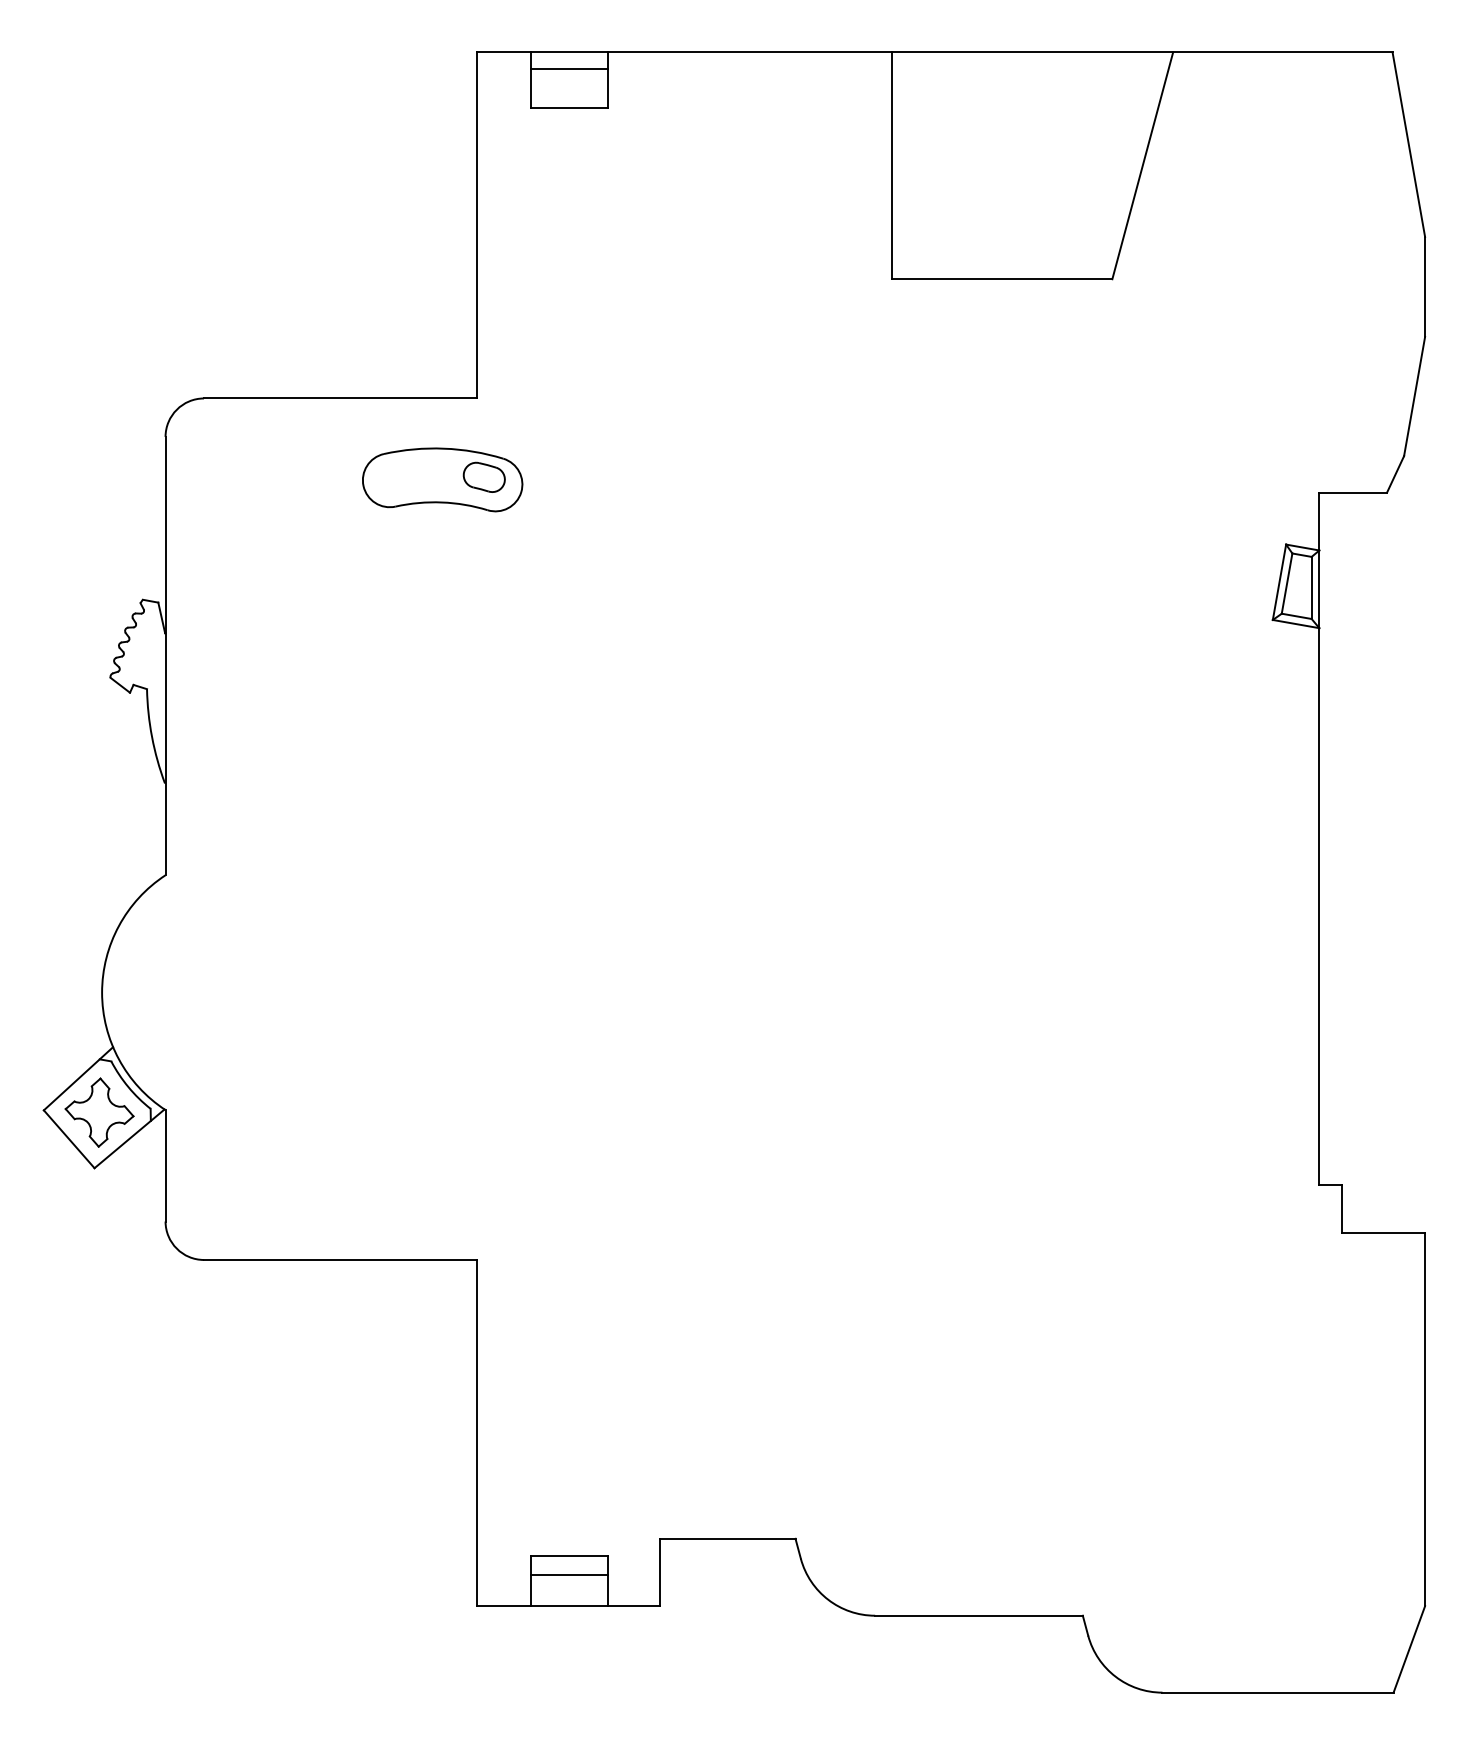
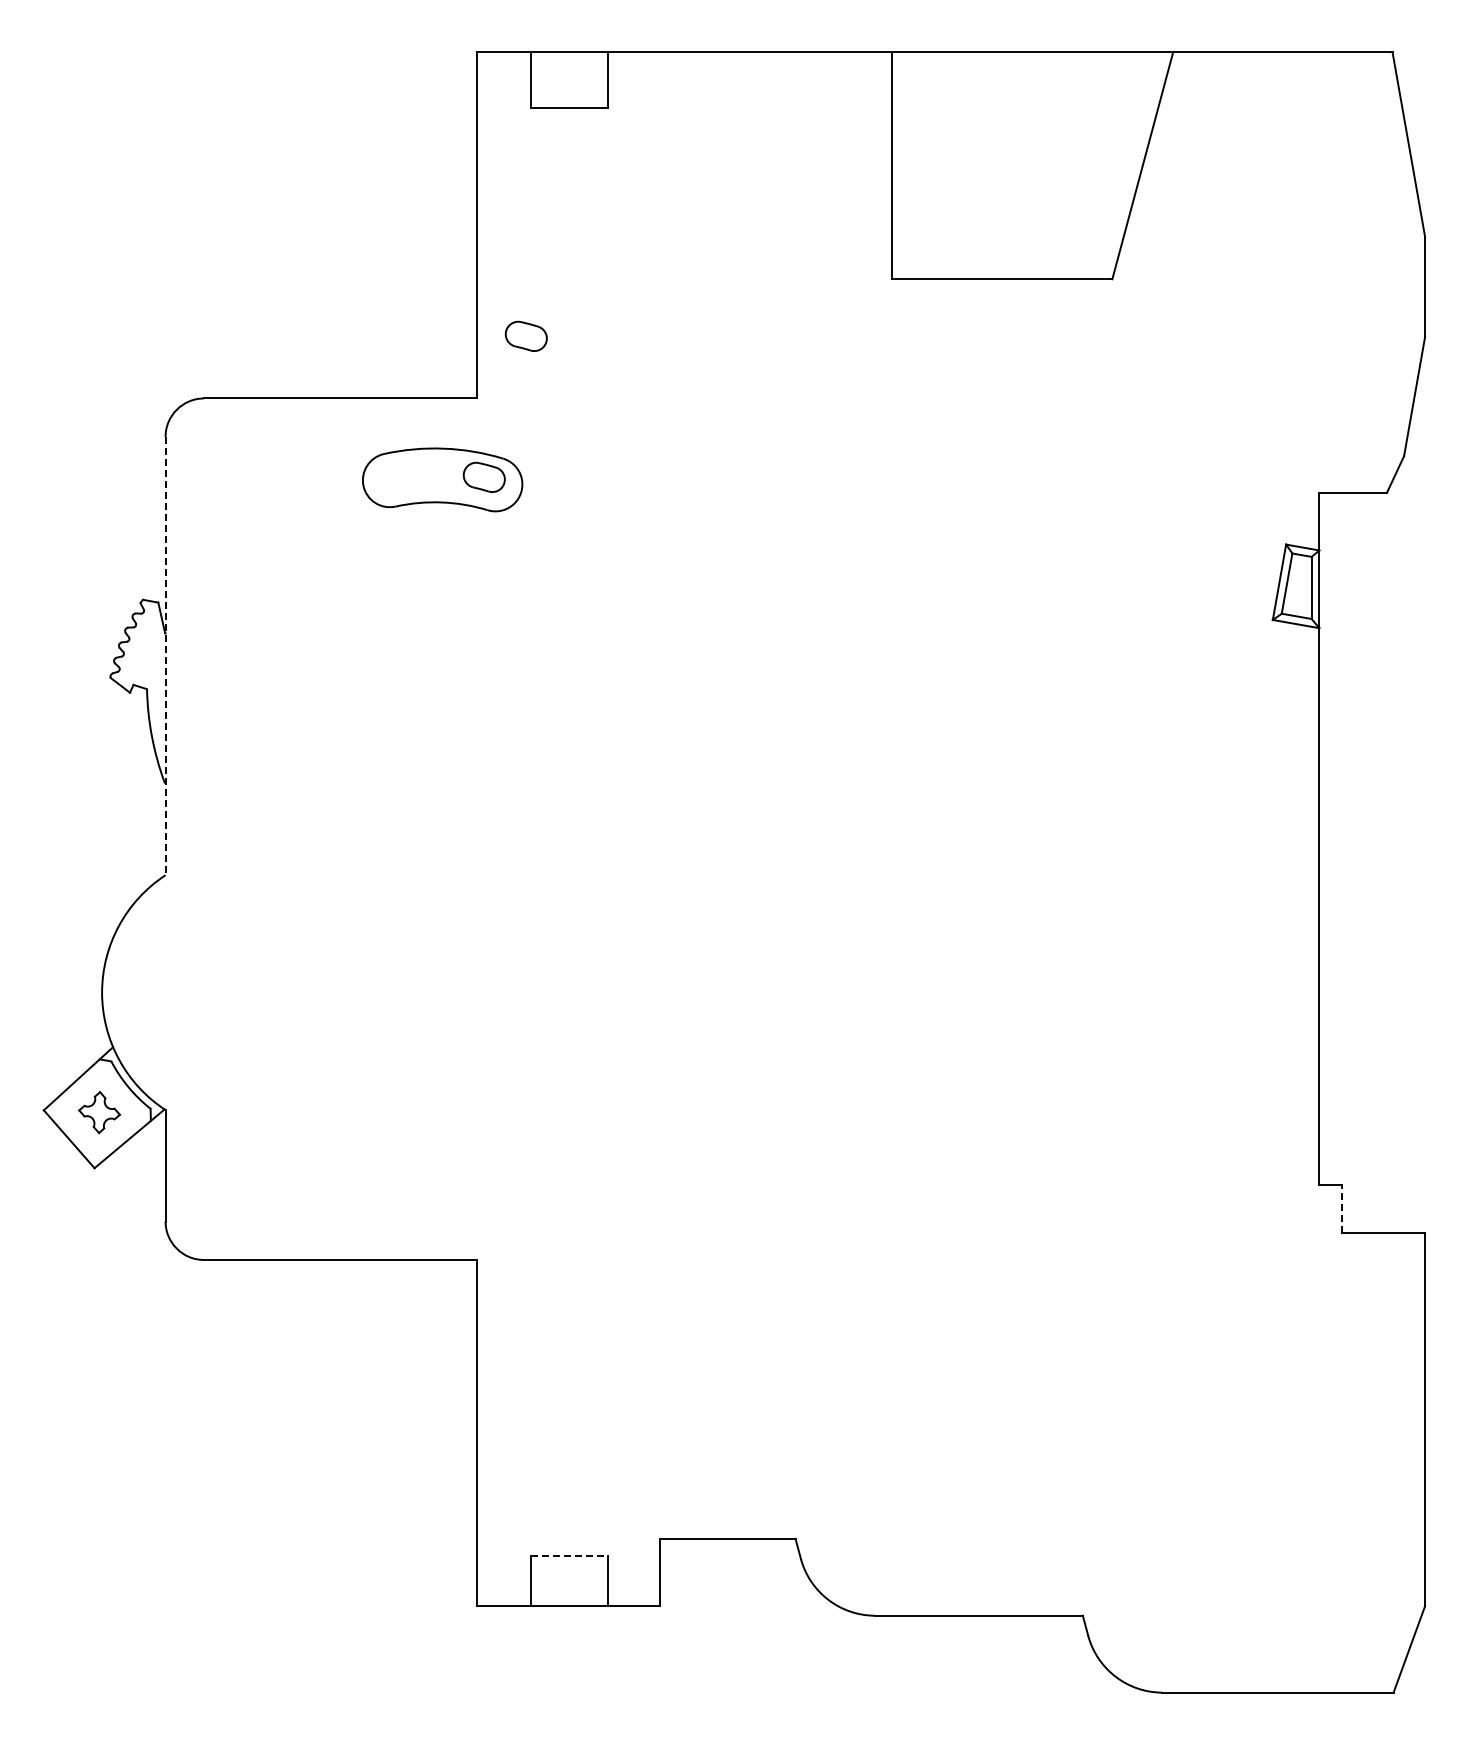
line at (568, 69): present -> none
part at (525, 335): none -> present
line at (165, 656): solid -> dashed
part at (99, 1112) size: 71x71 px -> 43x44 px
line at (1342, 1208): solid -> dashed
line at (569, 1555): solid -> dashed
line at (568, 1574): present -> none
